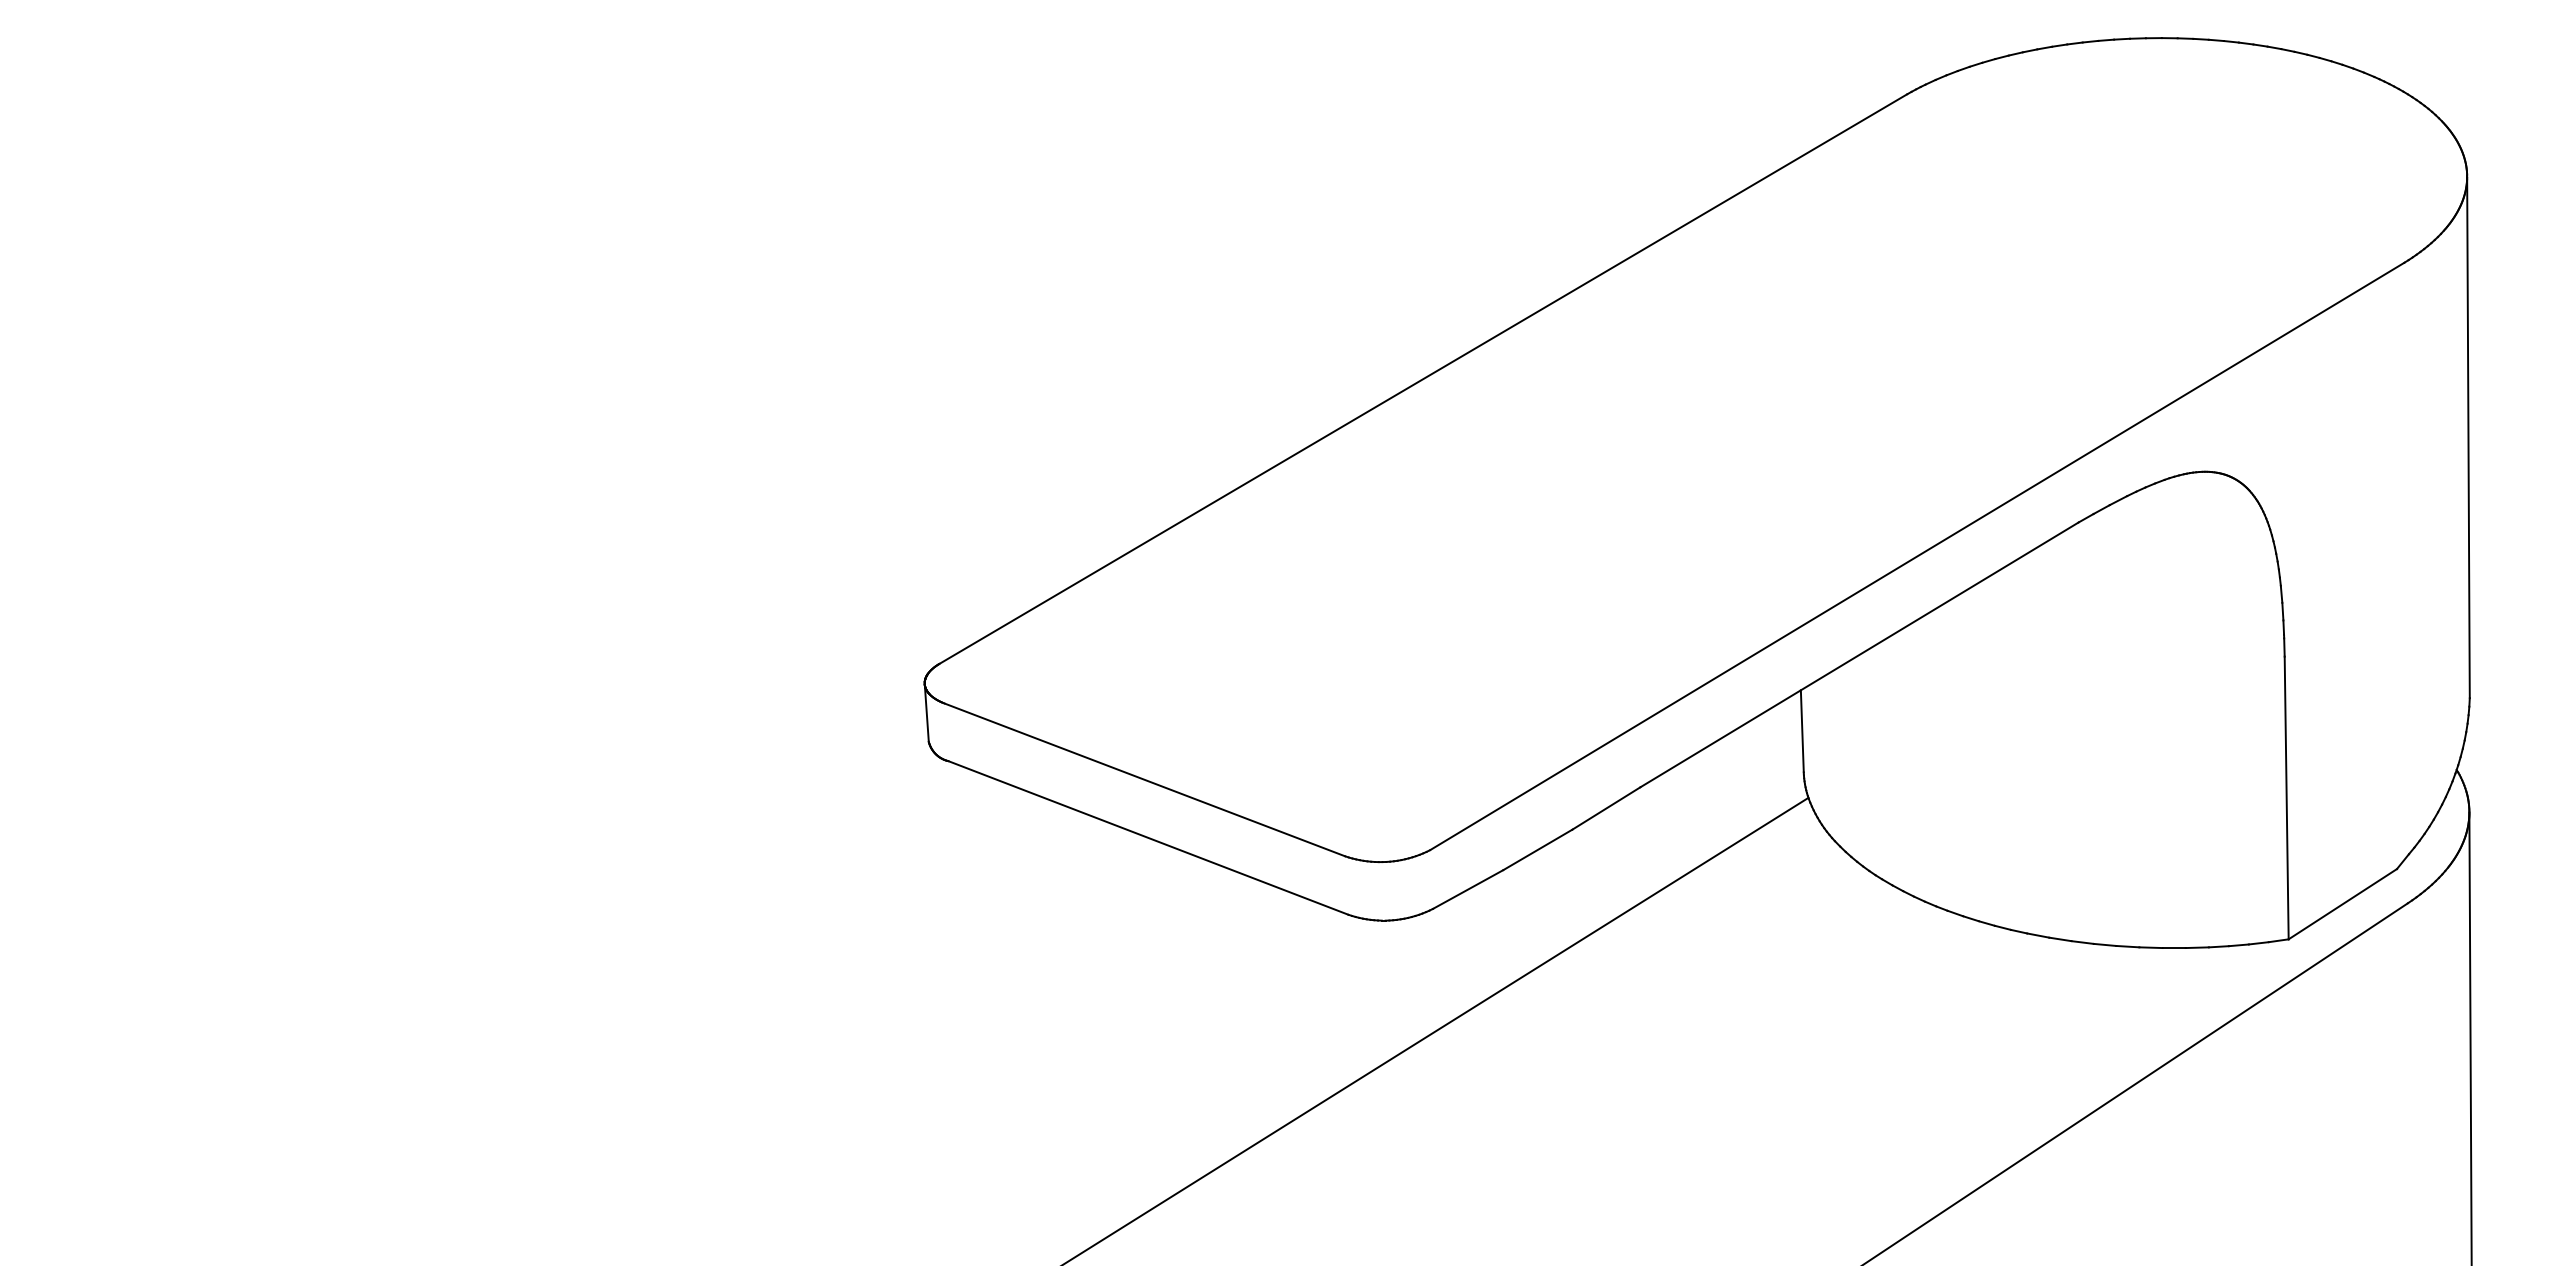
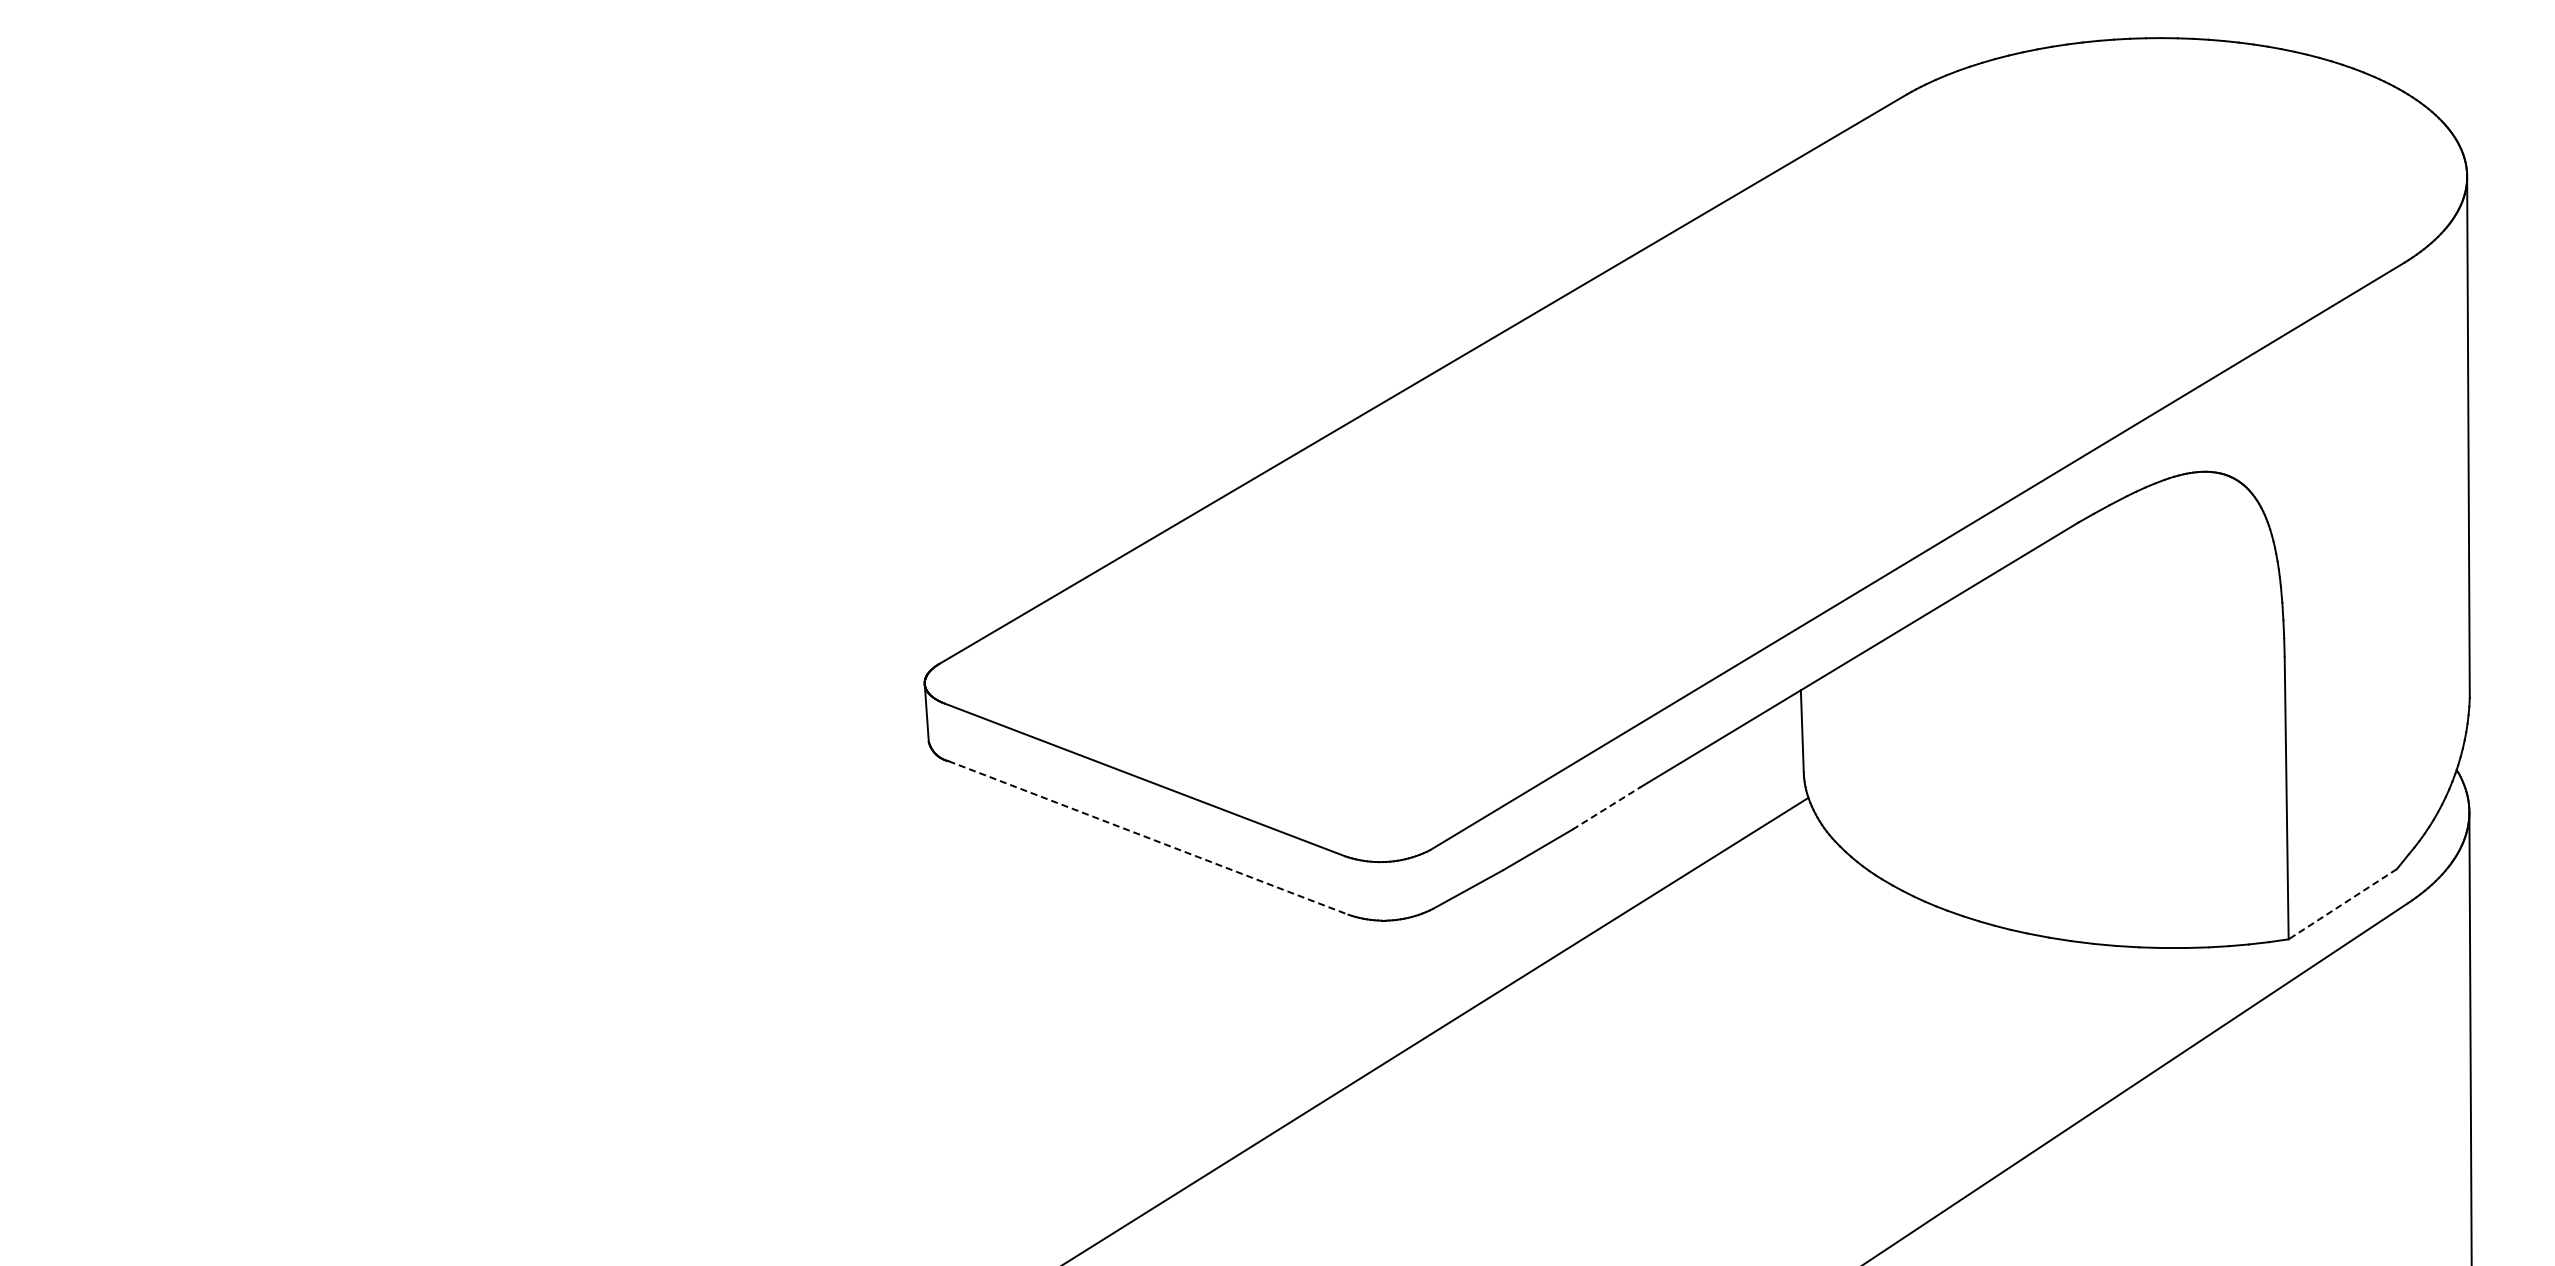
line at (1606, 808): solid -> dashed
line at (1148, 838): solid -> dashed
line at (2342, 904): solid -> dashed
